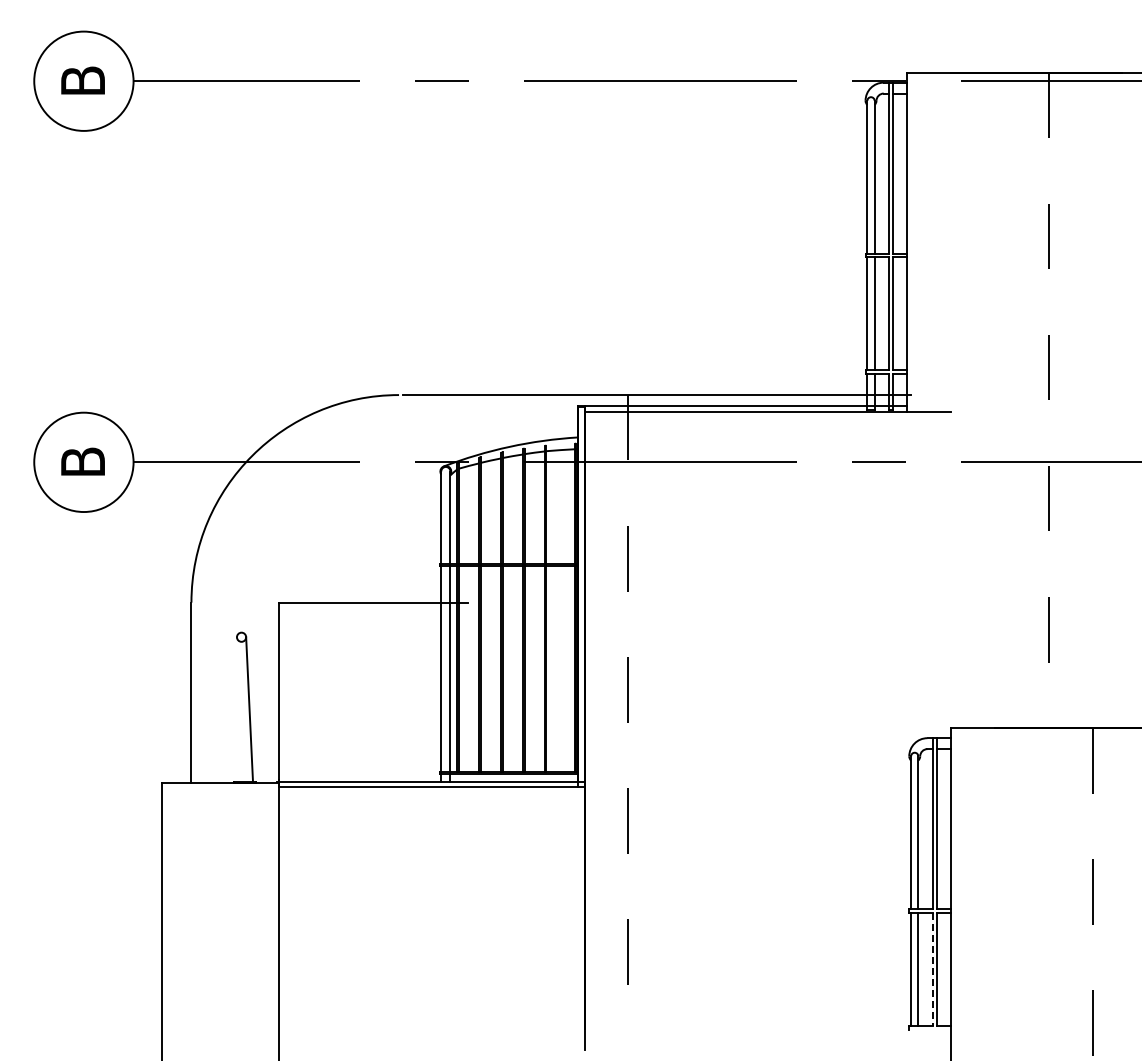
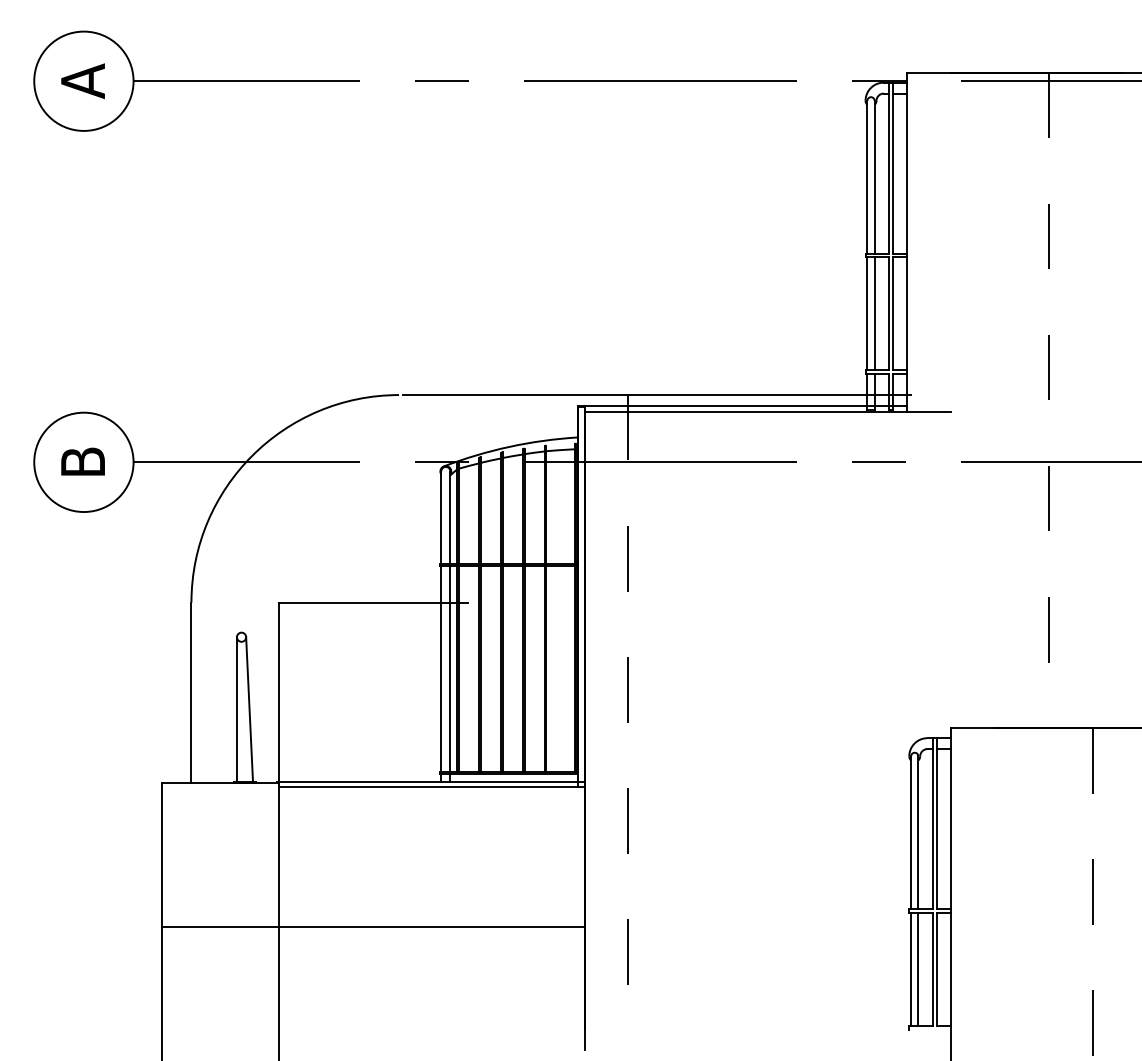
text at (82, 81): B -> A
line at (236, 709): none -> present
line at (373, 926): none -> present
line at (932, 969): dashed -> solid
